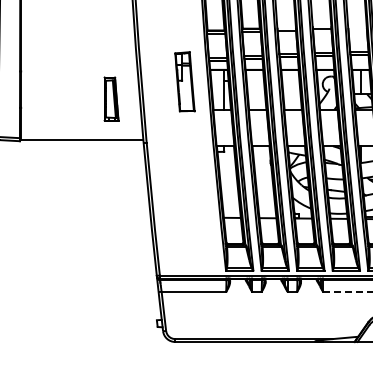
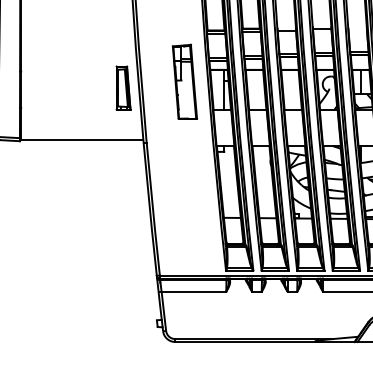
part at (184, 81) size: 22x62 px -> 28x77 px
part at (111, 98) position: (111, 98) -> (123, 87)
line at (348, 291): dashed -> solid
